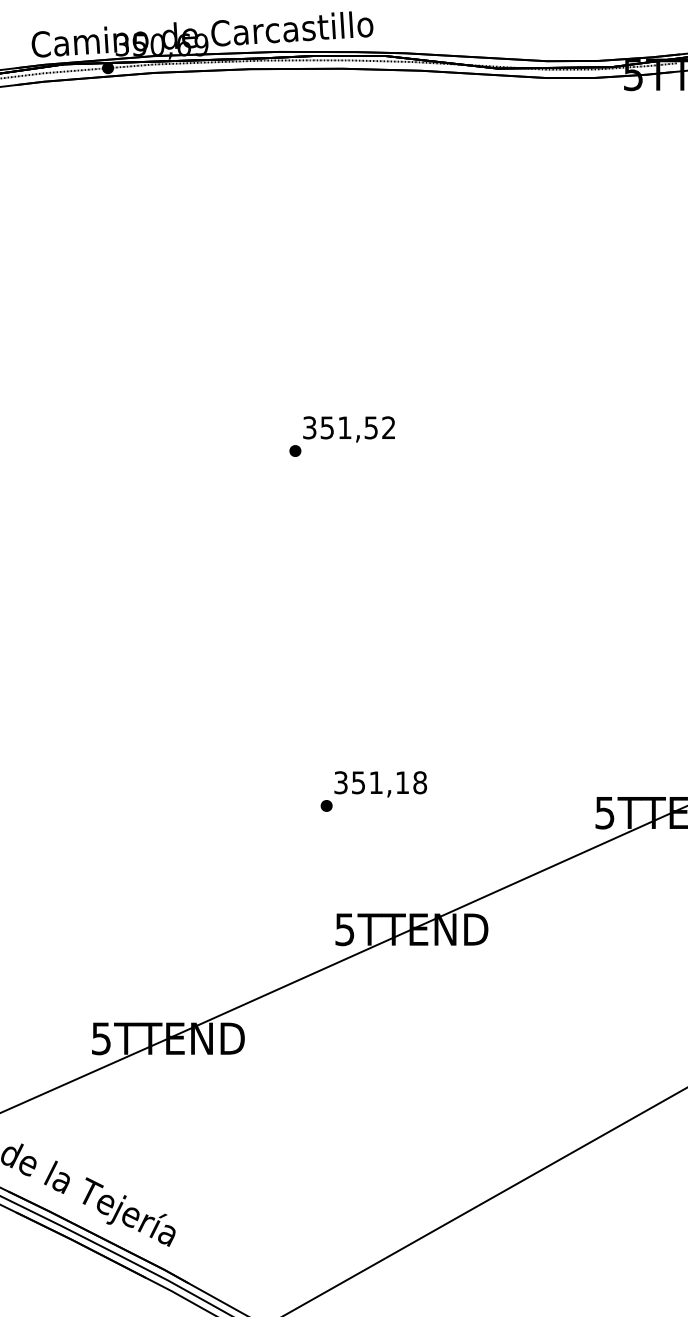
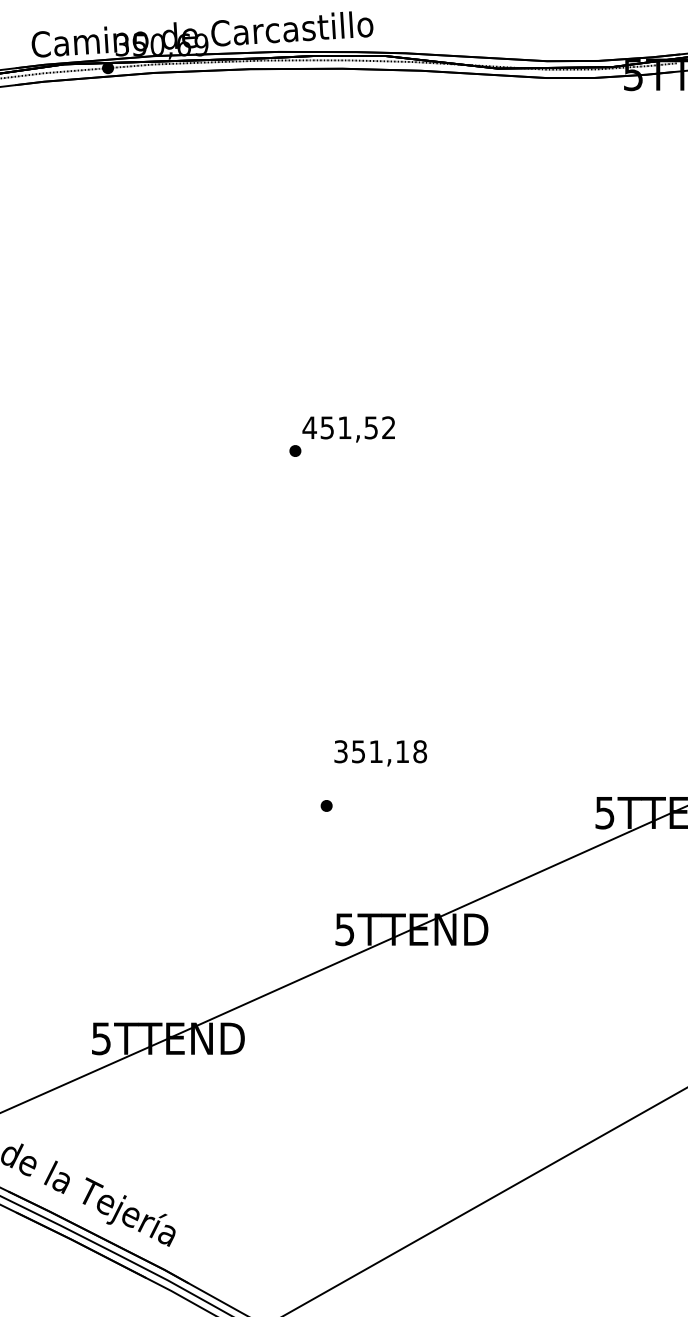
text at (309, 427): 351,52 -> 451,52
text at (380, 784) position: (380, 784) -> (380, 753)
